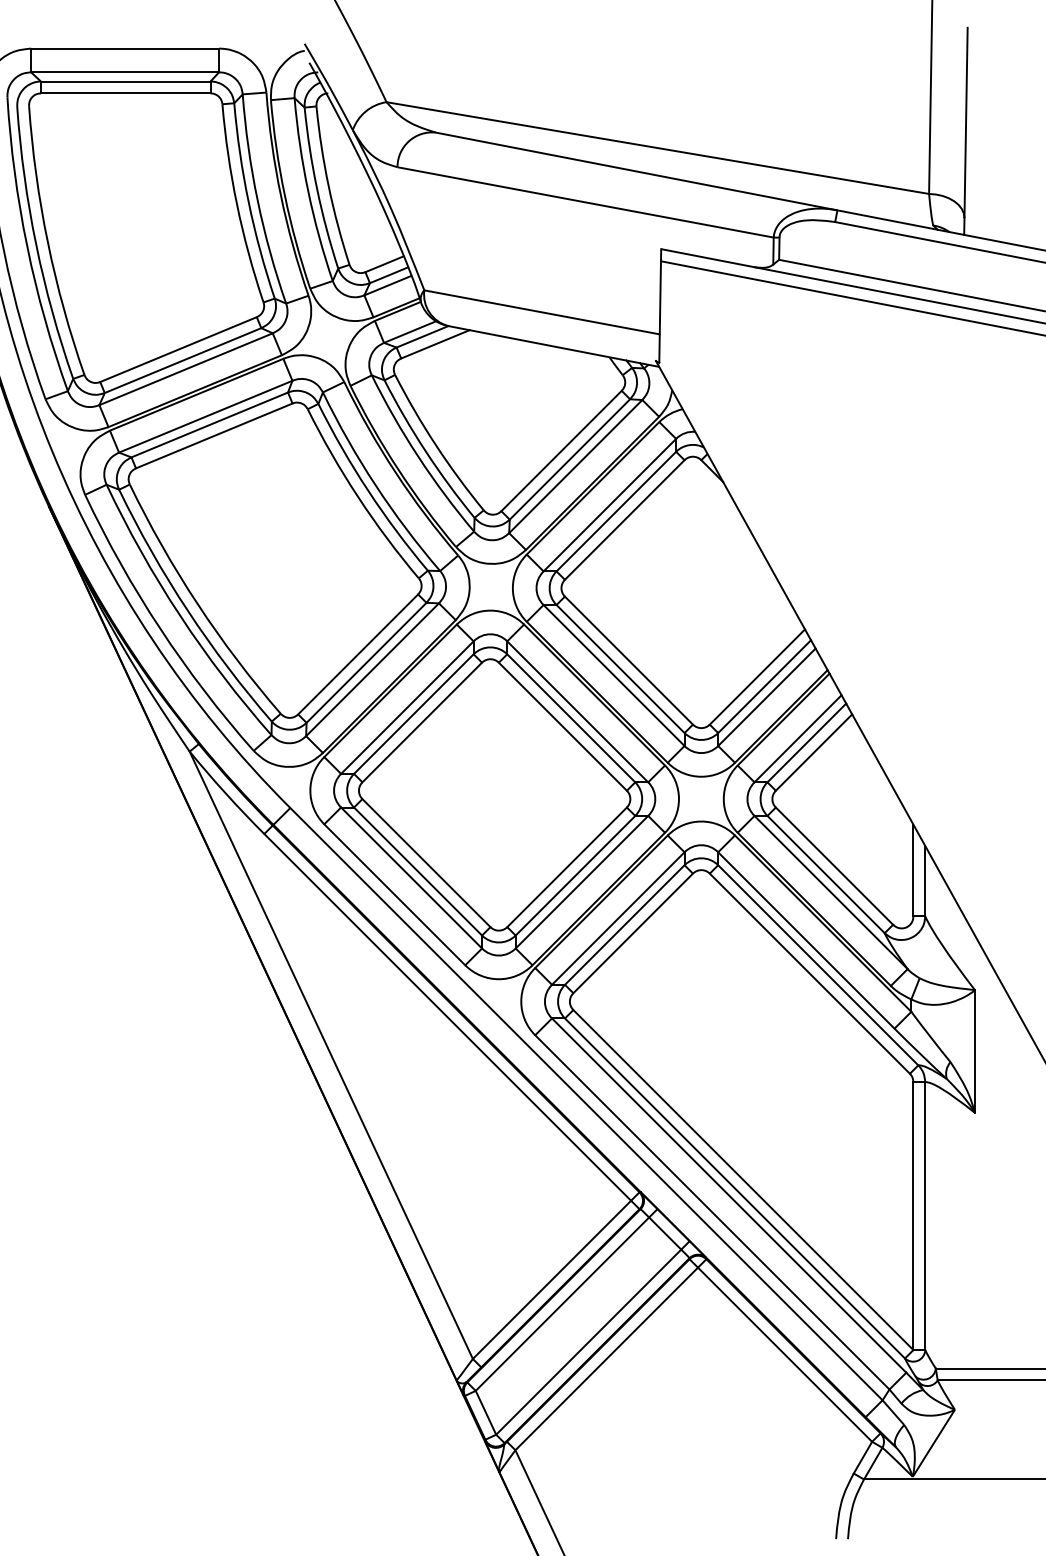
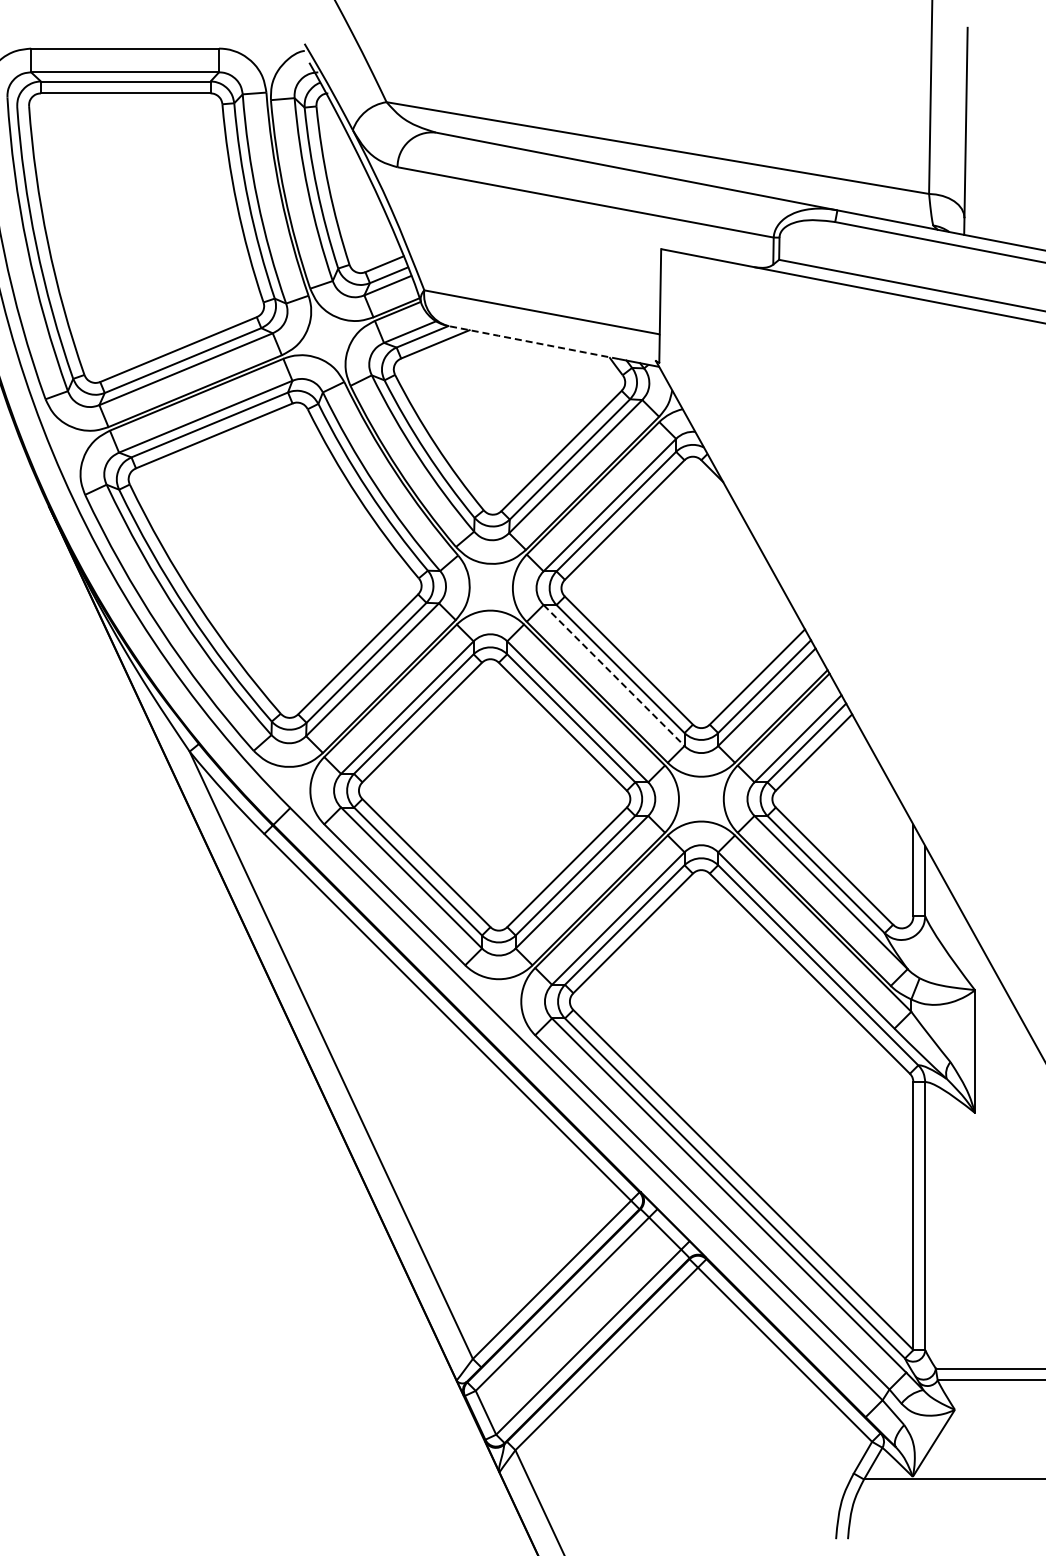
line at (851, 298): present -> none
line at (533, 342): solid -> dashed
line at (614, 675): solid -> dashed
